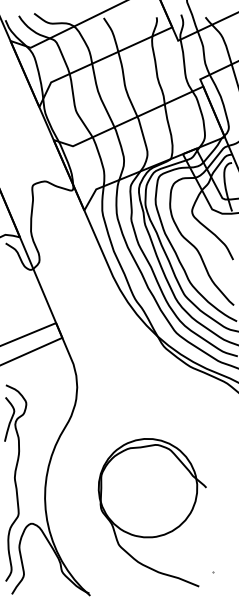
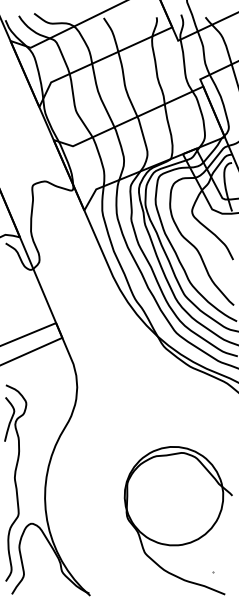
part at (151, 512) position: (151, 512) -> (177, 520)
